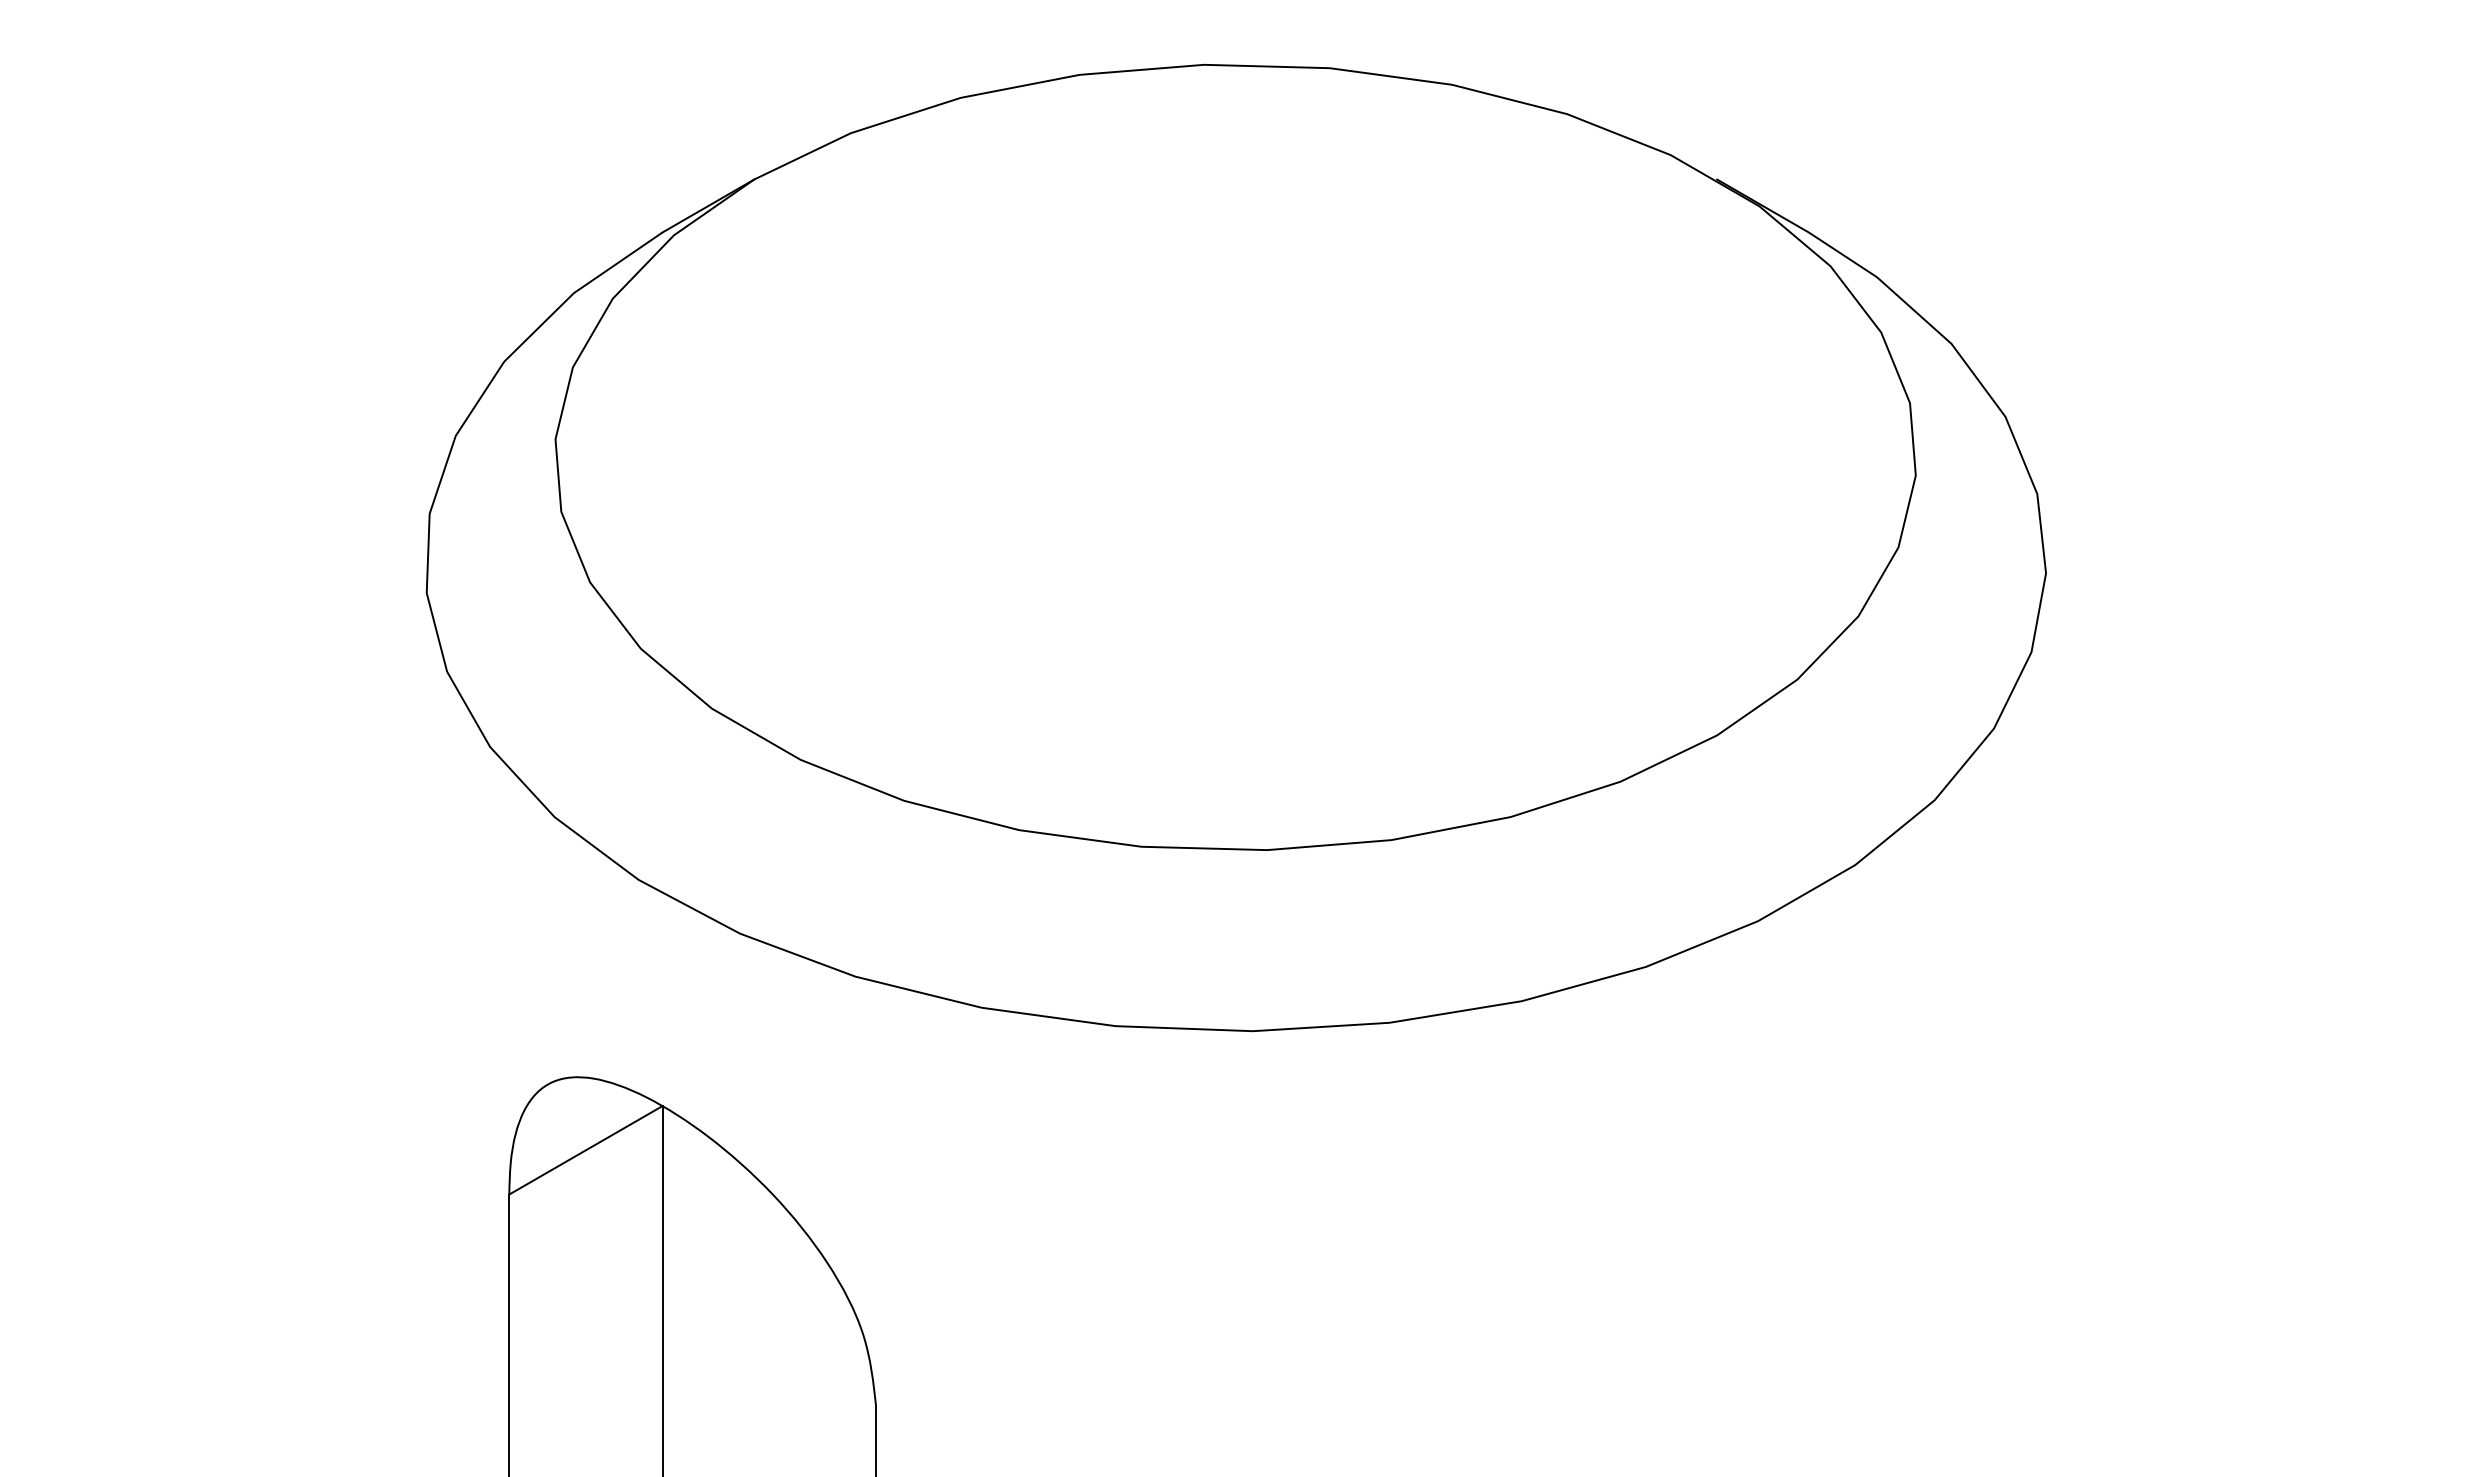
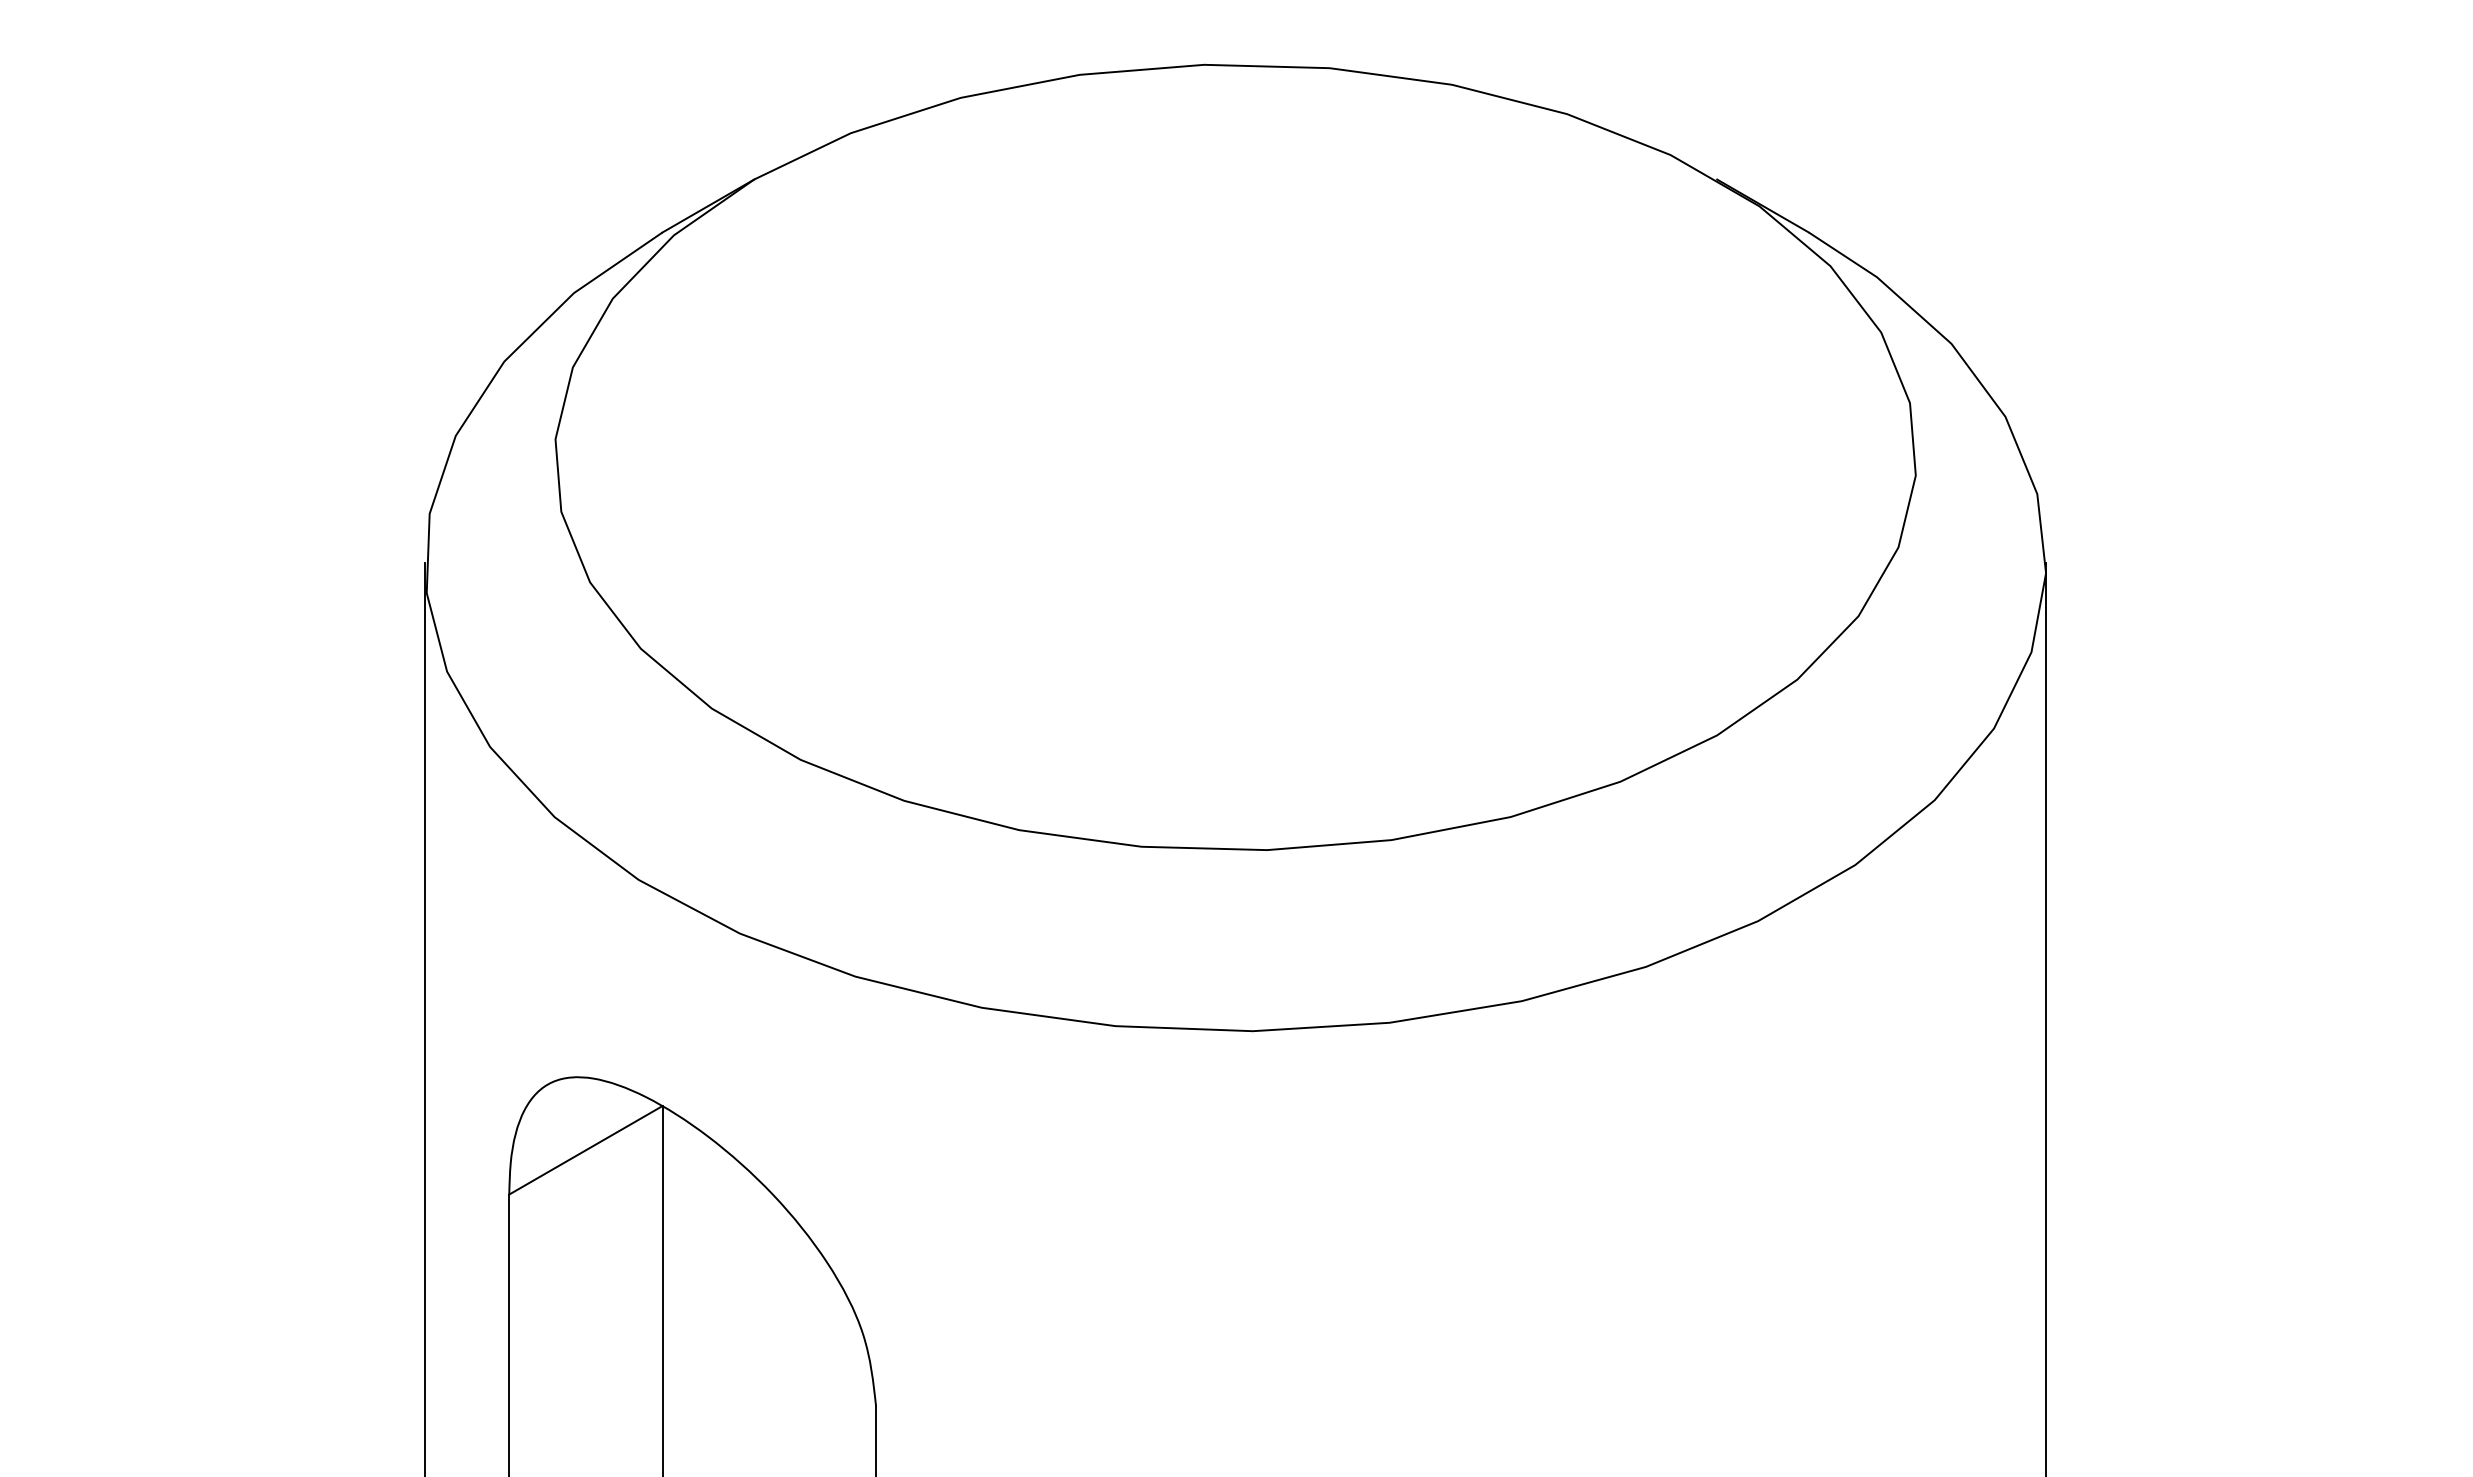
line at (425, 1018): none -> present
line at (2046, 1018): none -> present
